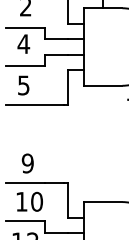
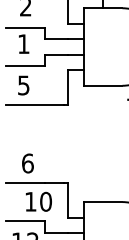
text at (23, 43): 4 -> 1
text at (27, 163): 9 -> 6
text at (29, 201) position: (29, 201) -> (38, 201)
